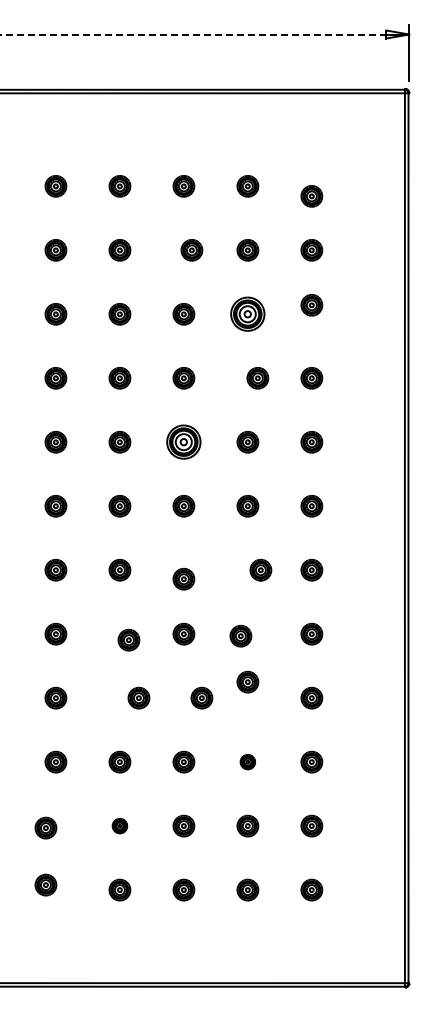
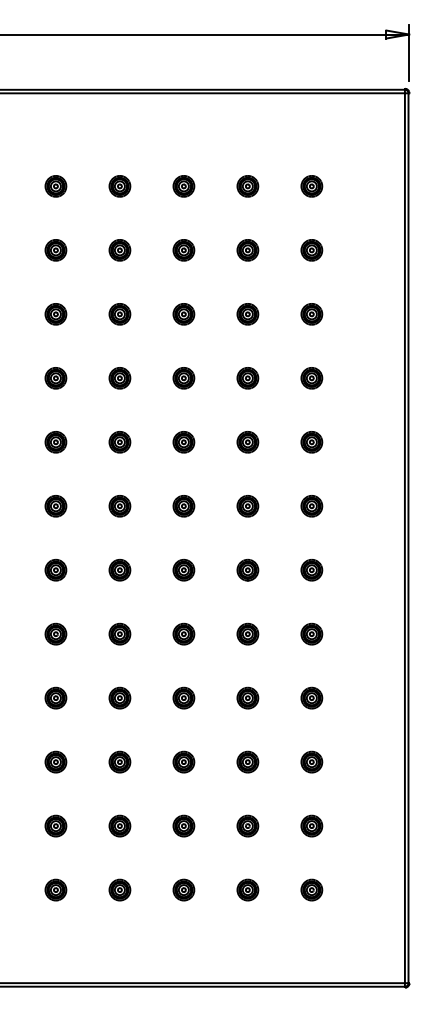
line at (204, 34): dashed -> solid
part at (311, 196) position: (311, 196) -> (311, 186)
part at (191, 250) position: (191, 250) -> (183, 250)
part at (311, 305) position: (311, 305) -> (311, 314)
part at (247, 313) size: 36x36 px -> 24x23 px
part at (257, 378) position: (257, 378) -> (247, 378)
part at (183, 441) size: 36x36 px -> 24x23 px
part at (260, 569) position: (260, 569) -> (247, 569)
part at (183, 578) position: (183, 578) -> (183, 569)
part at (240, 635) position: (240, 635) -> (247, 633)
part at (128, 639) position: (128, 639) -> (119, 633)
part at (247, 681) position: (247, 681) -> (247, 697)
part at (138, 697) position: (138, 697) -> (119, 697)
part at (201, 697) position: (201, 697) -> (183, 697)
part at (247, 762) size: 18x17 px -> 24x24 px
part at (119, 825) size: 18x18 px -> 24x24 px
part at (45, 827) position: (45, 827) -> (55, 825)
part at (45, 884) position: (45, 884) -> (55, 889)
